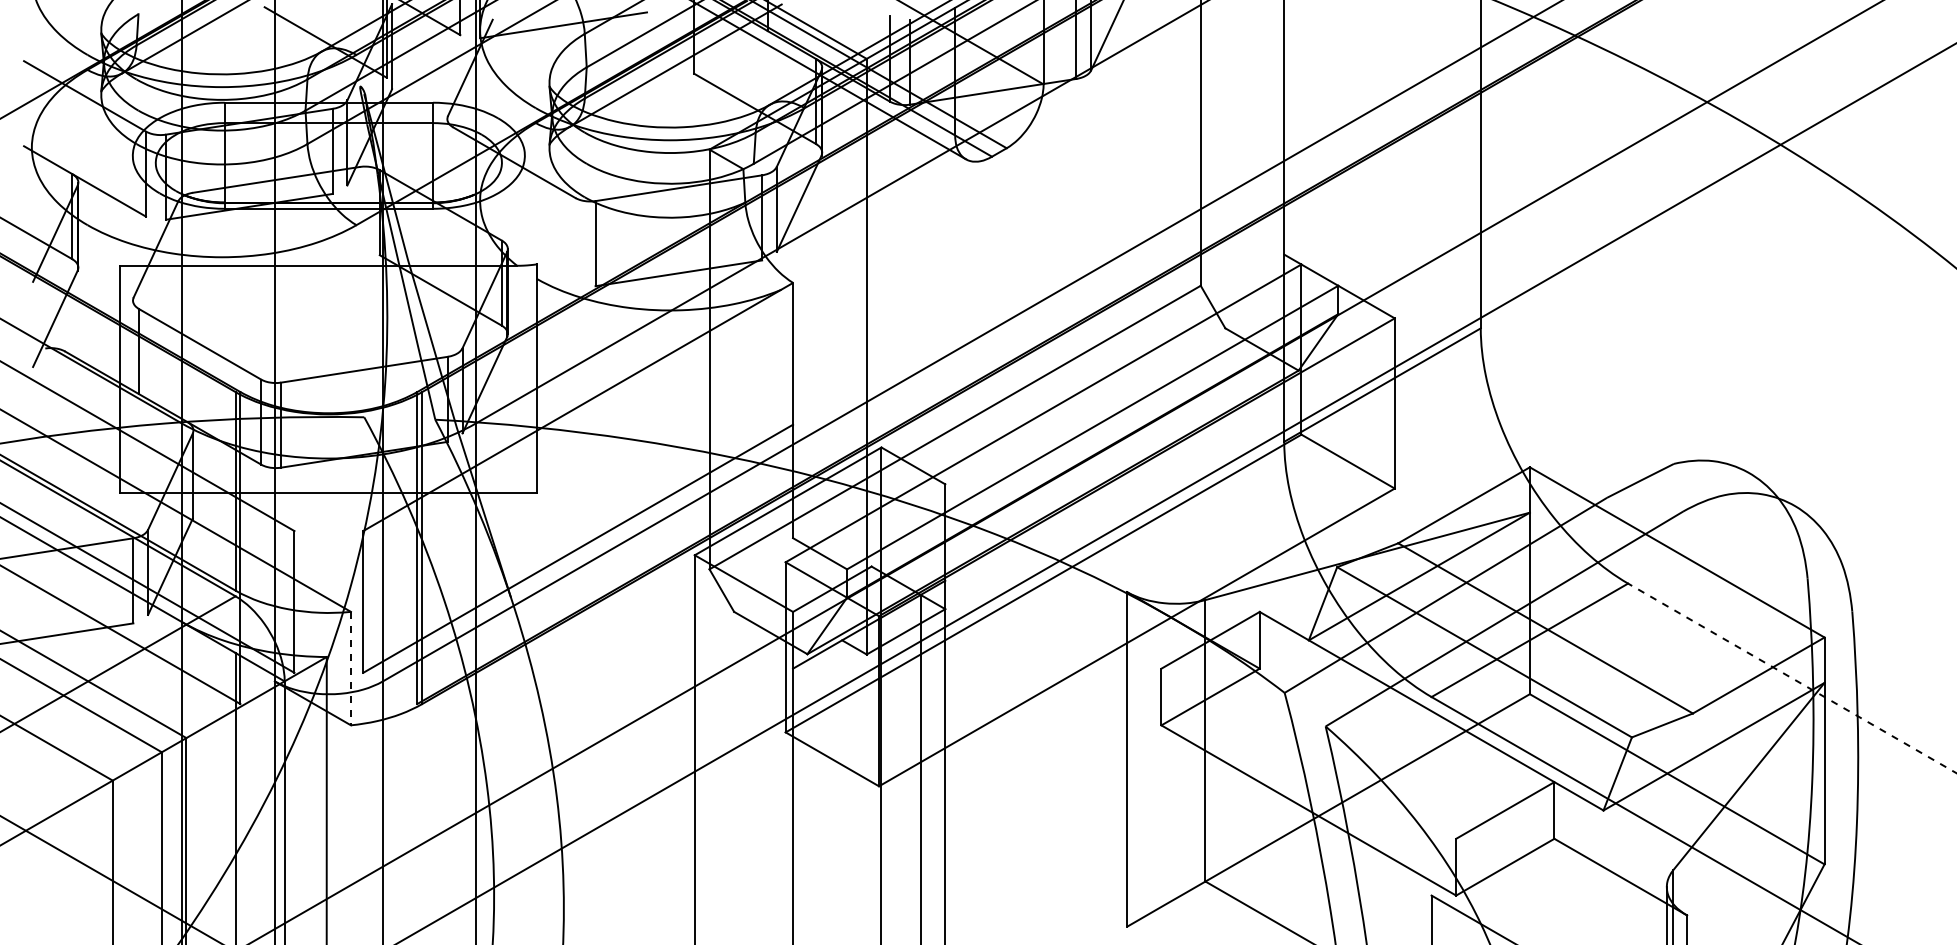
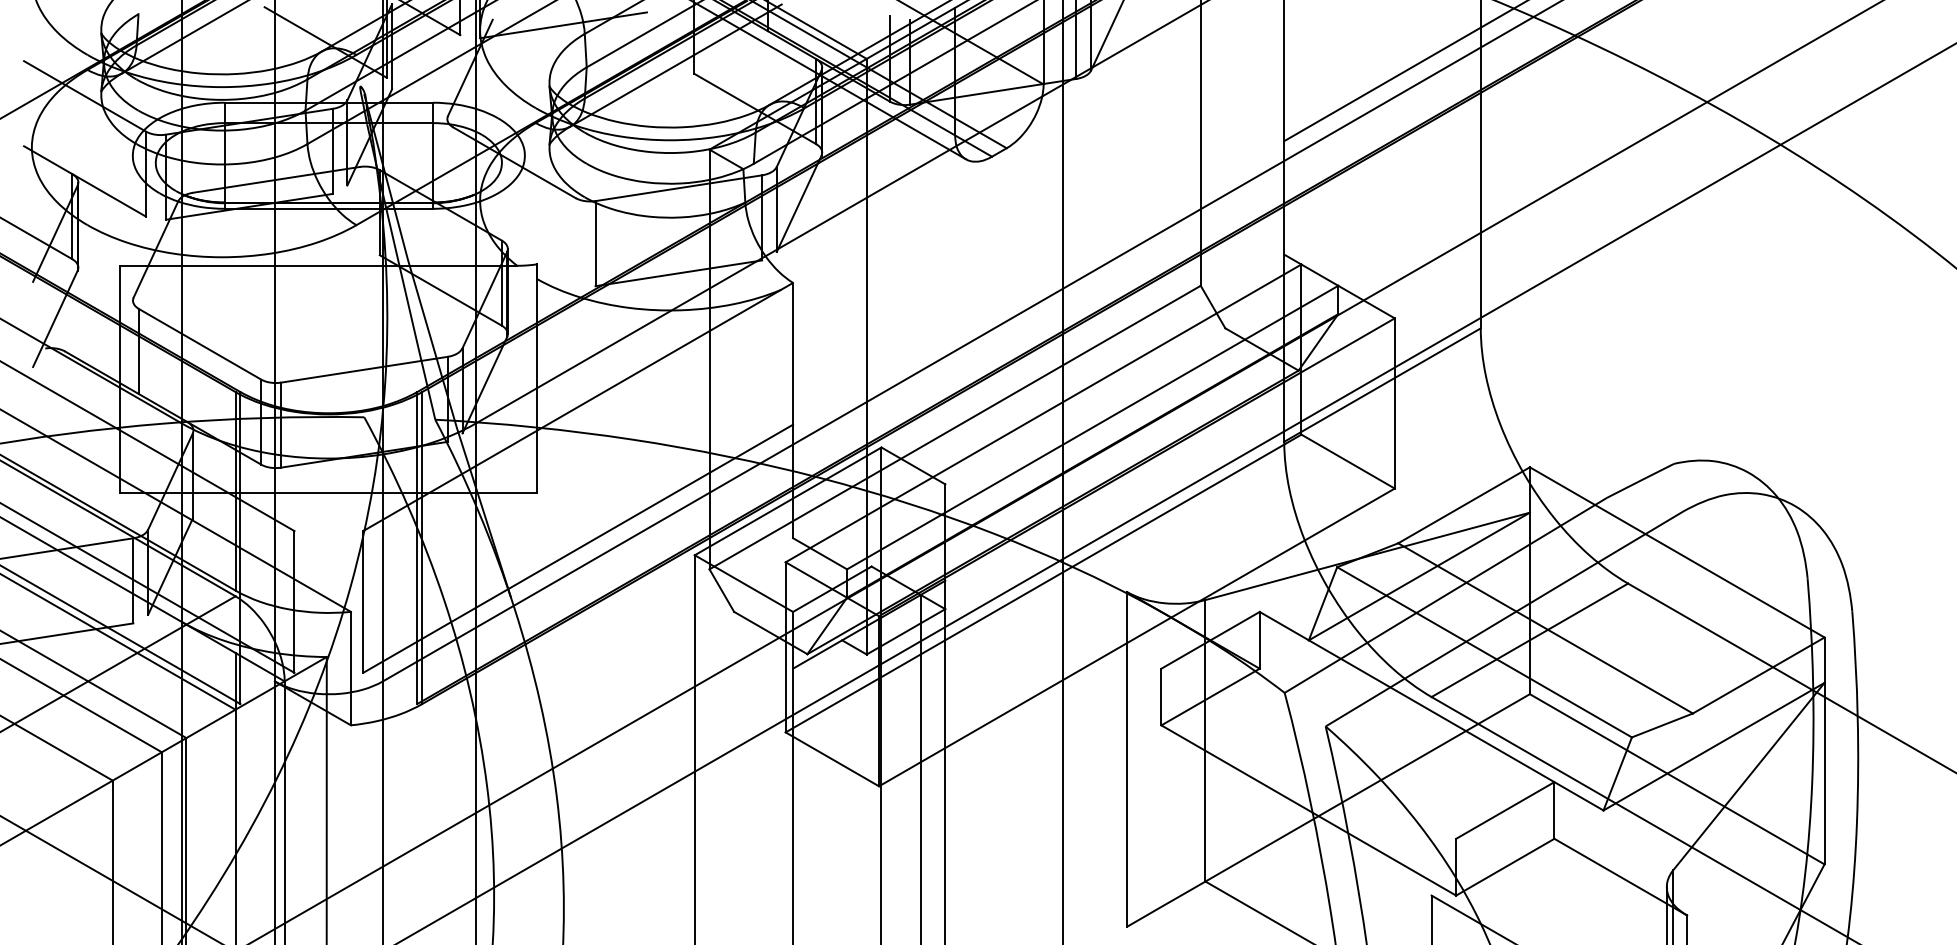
line at (1404, 71): none -> present
line at (1063, 471): none -> present
line at (118, 642): none -> present
line at (350, 668): dashed -> solid
line at (1791, 678): dashed -> solid
